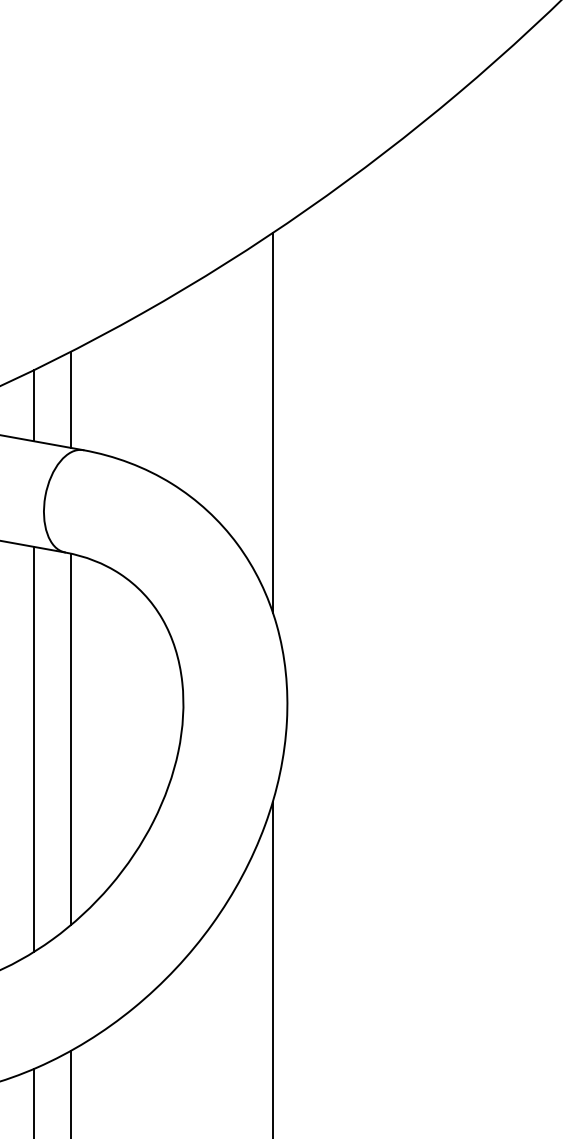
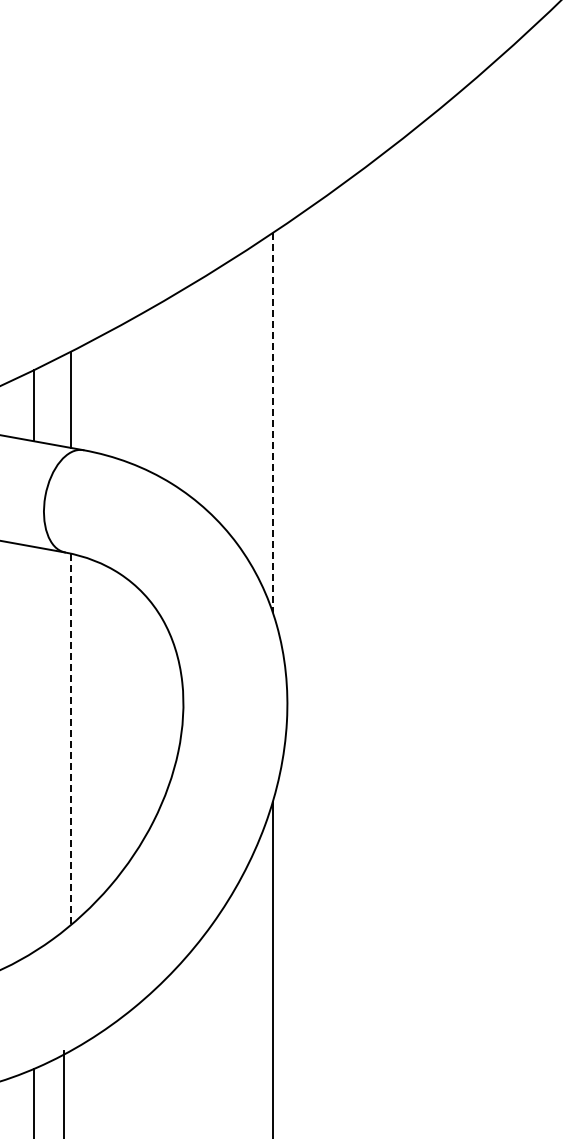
line at (272, 422): solid -> dashed
line at (70, 739): solid -> dashed
line at (33, 749): present -> none
line at (70, 1092) position: (70, 1092) -> (63, 1092)
